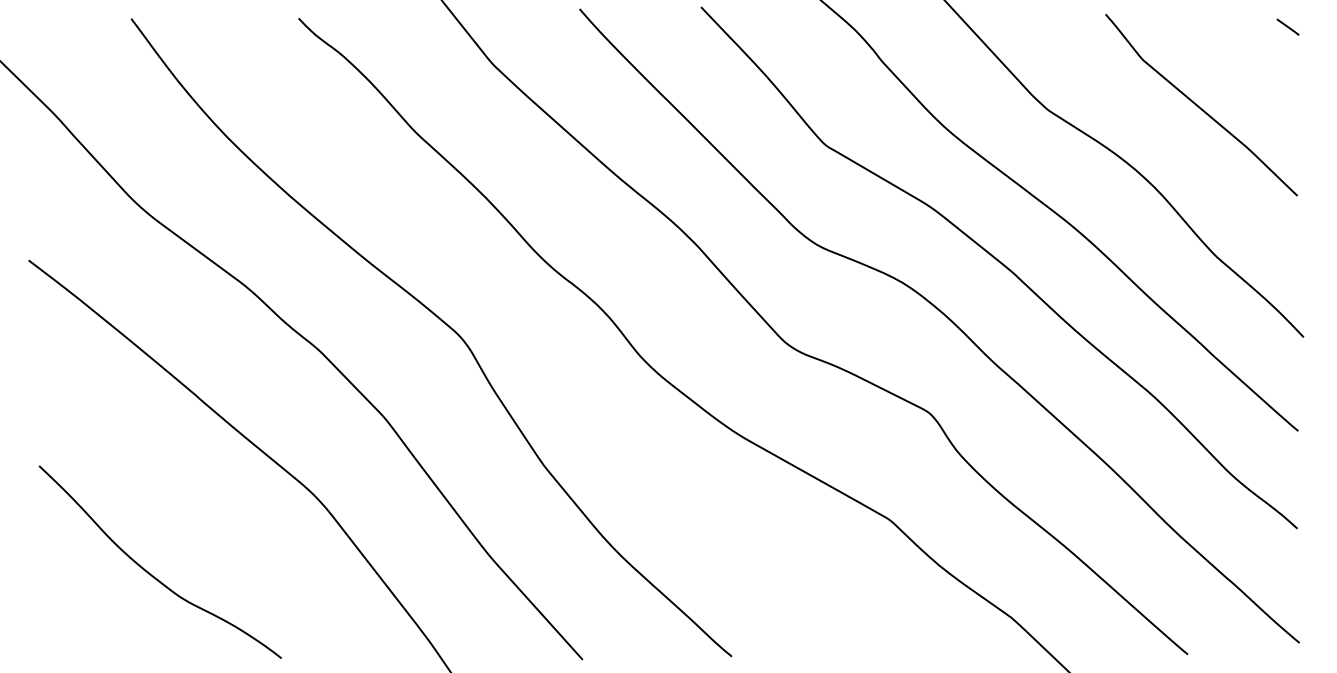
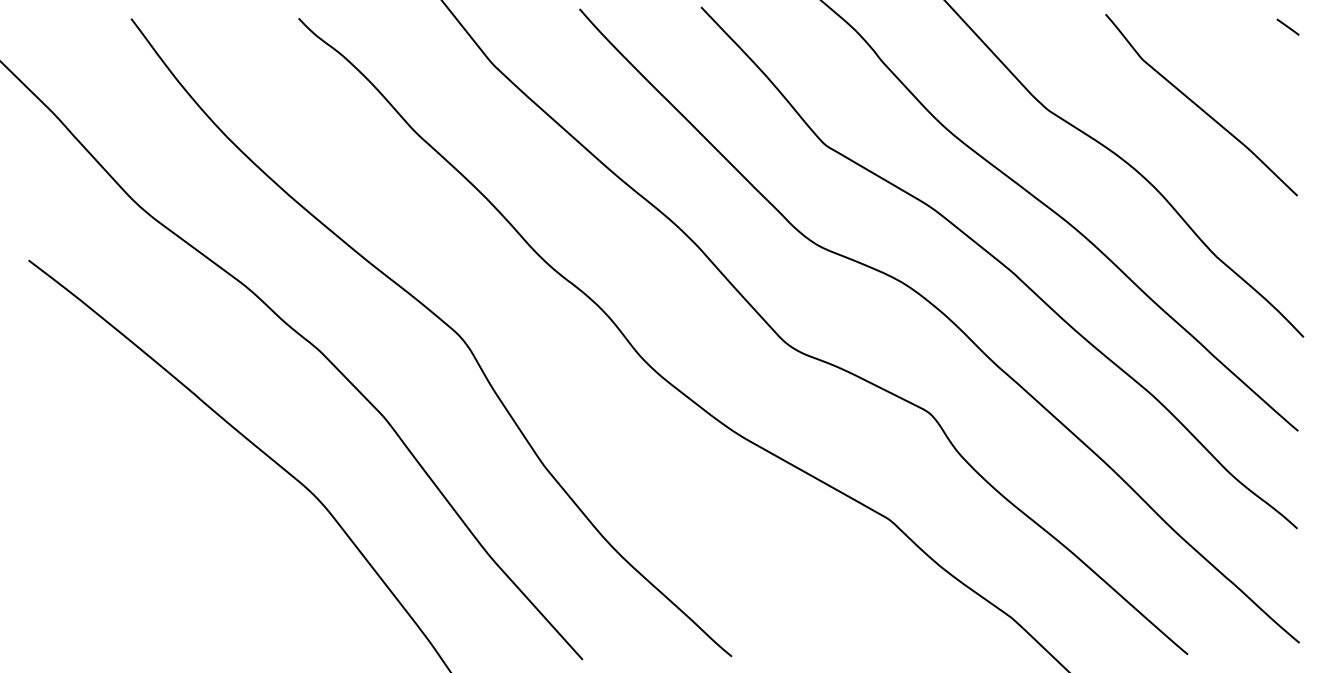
curve at (148, 571): present -> none
